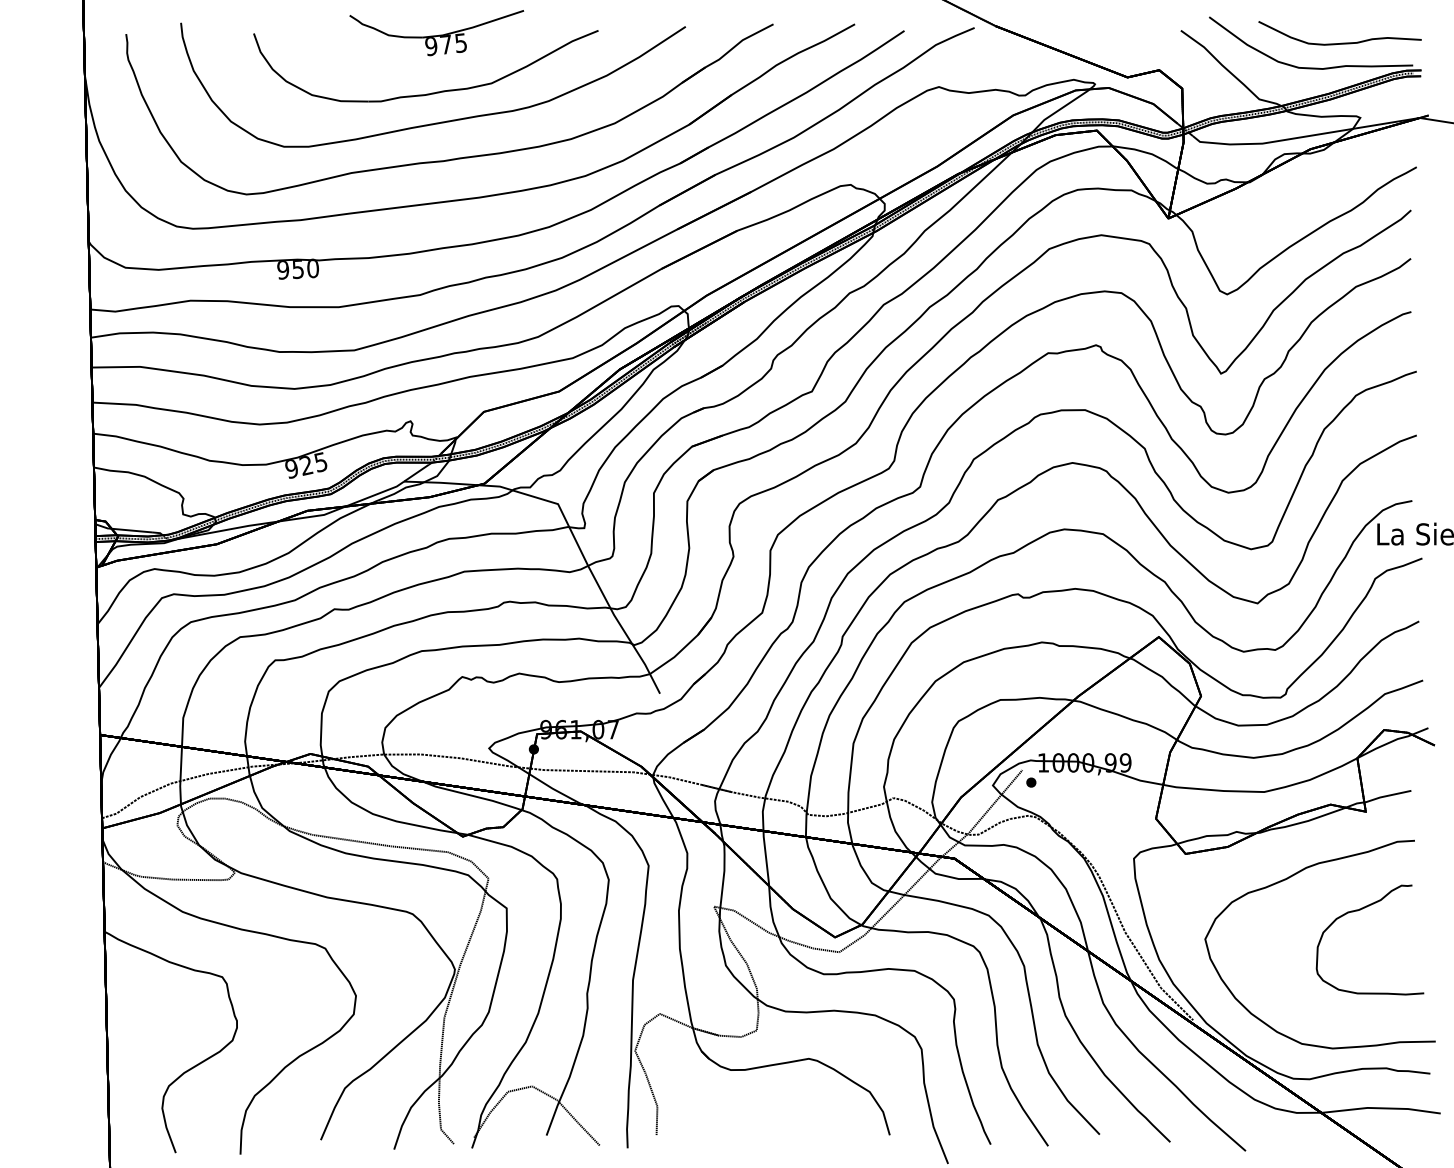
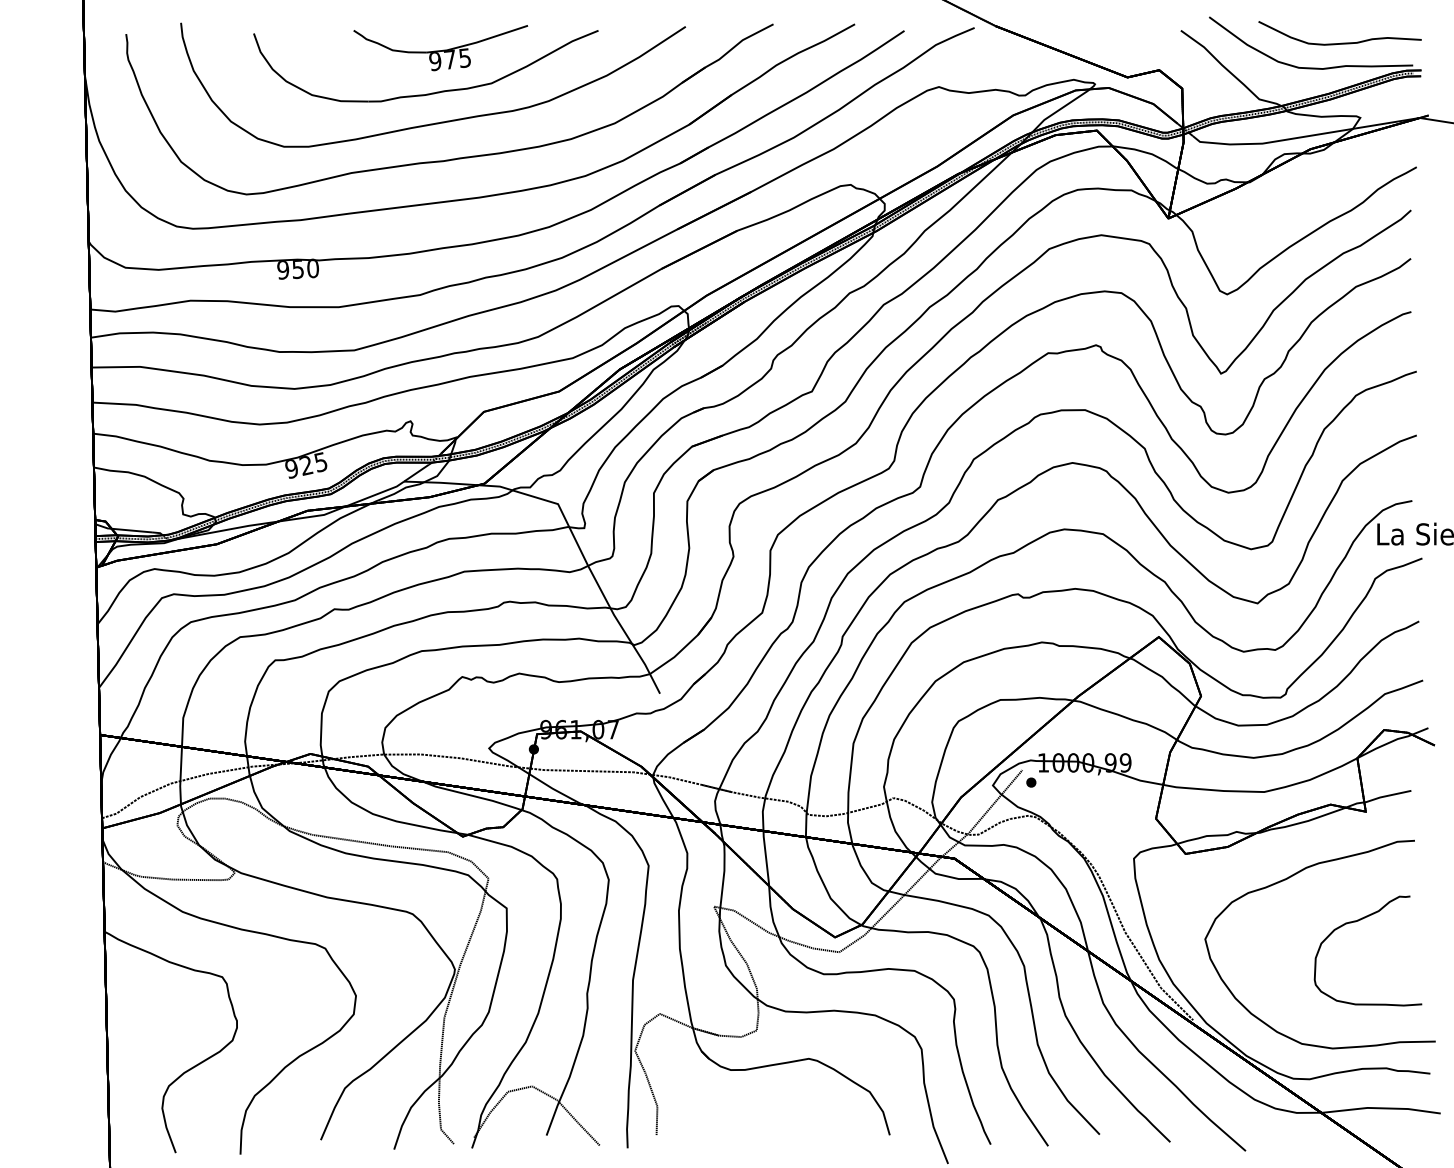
part at (436, 33) position: (436, 33) -> (440, 48)
curve at (1360, 910) position: (1360, 910) -> (1358, 921)
